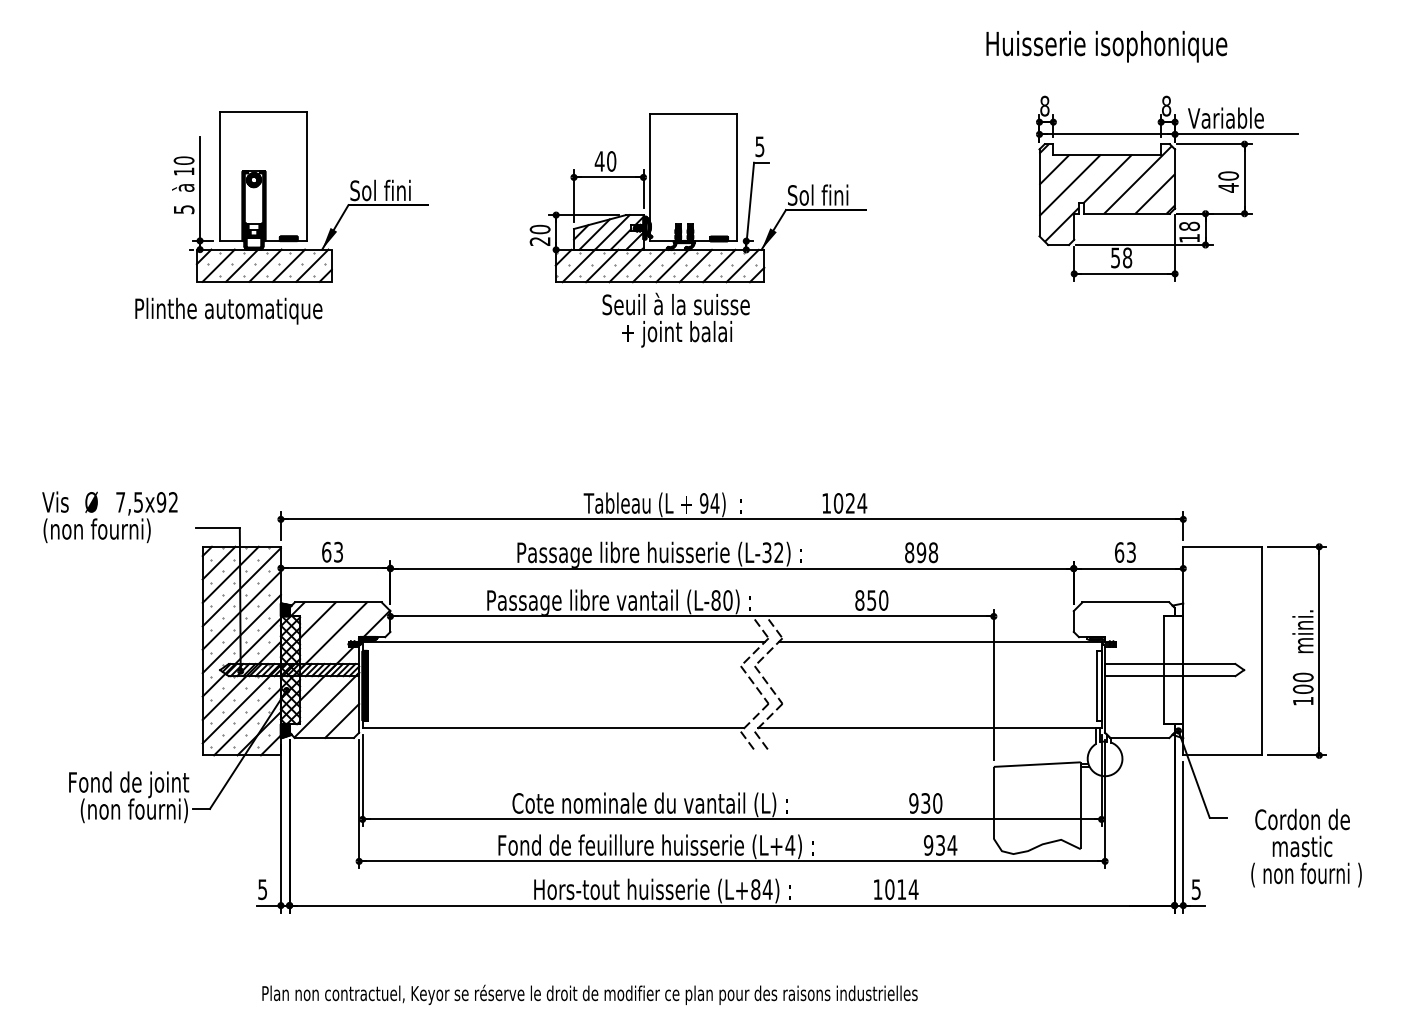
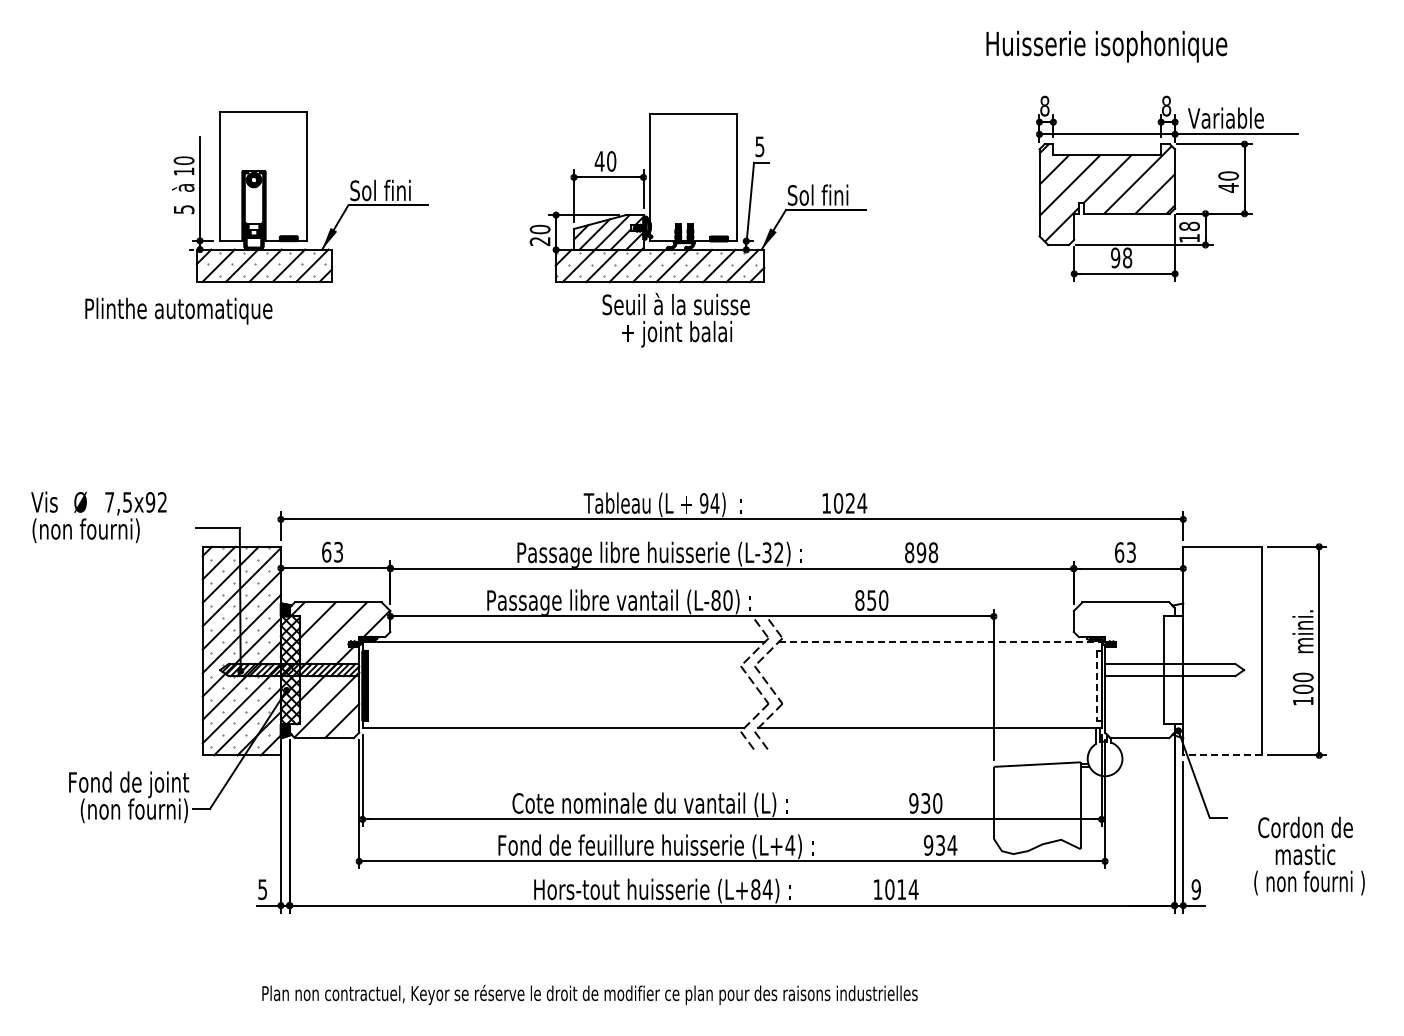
text at (1115, 257): 58 -> 98
text at (228, 310) position: (228, 310) -> (178, 310)
text at (109, 517) position: (109, 517) -> (98, 517)
line at (940, 641): solid -> dashed
line at (1096, 685): solid -> dashed
line at (1221, 755): solid -> dashed
text at (1306, 847) position: (1306, 847) -> (1309, 855)
text at (1195, 889): 5 -> 9
